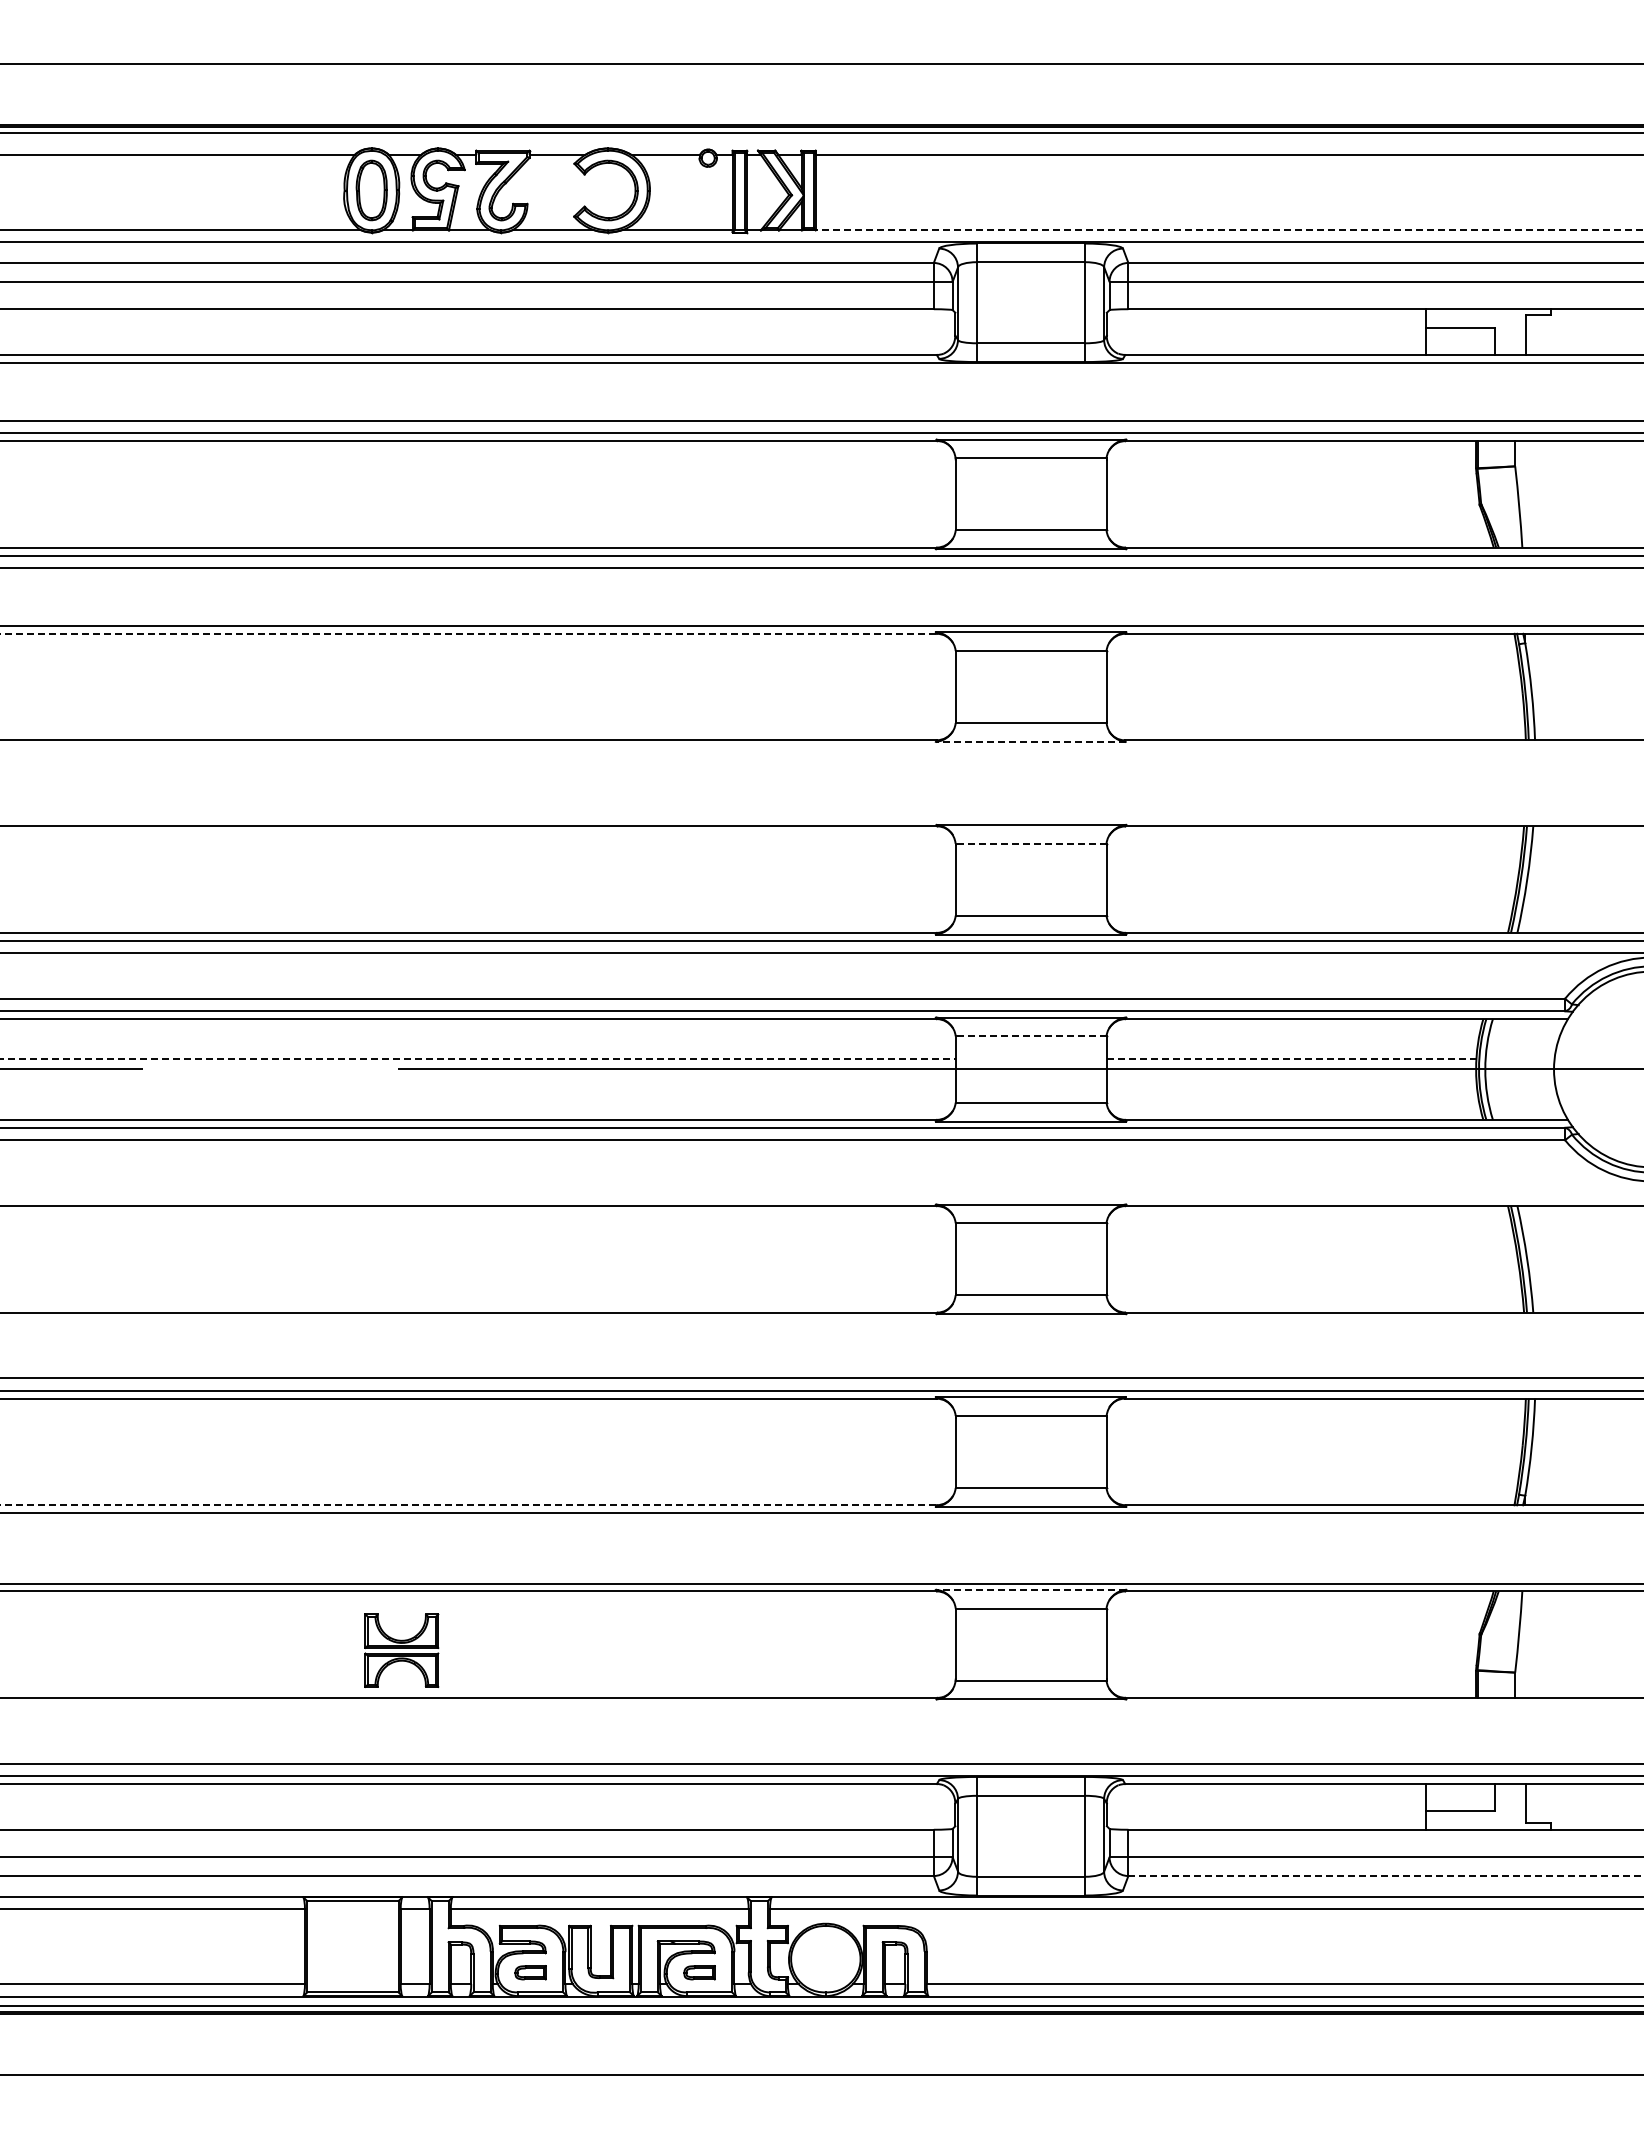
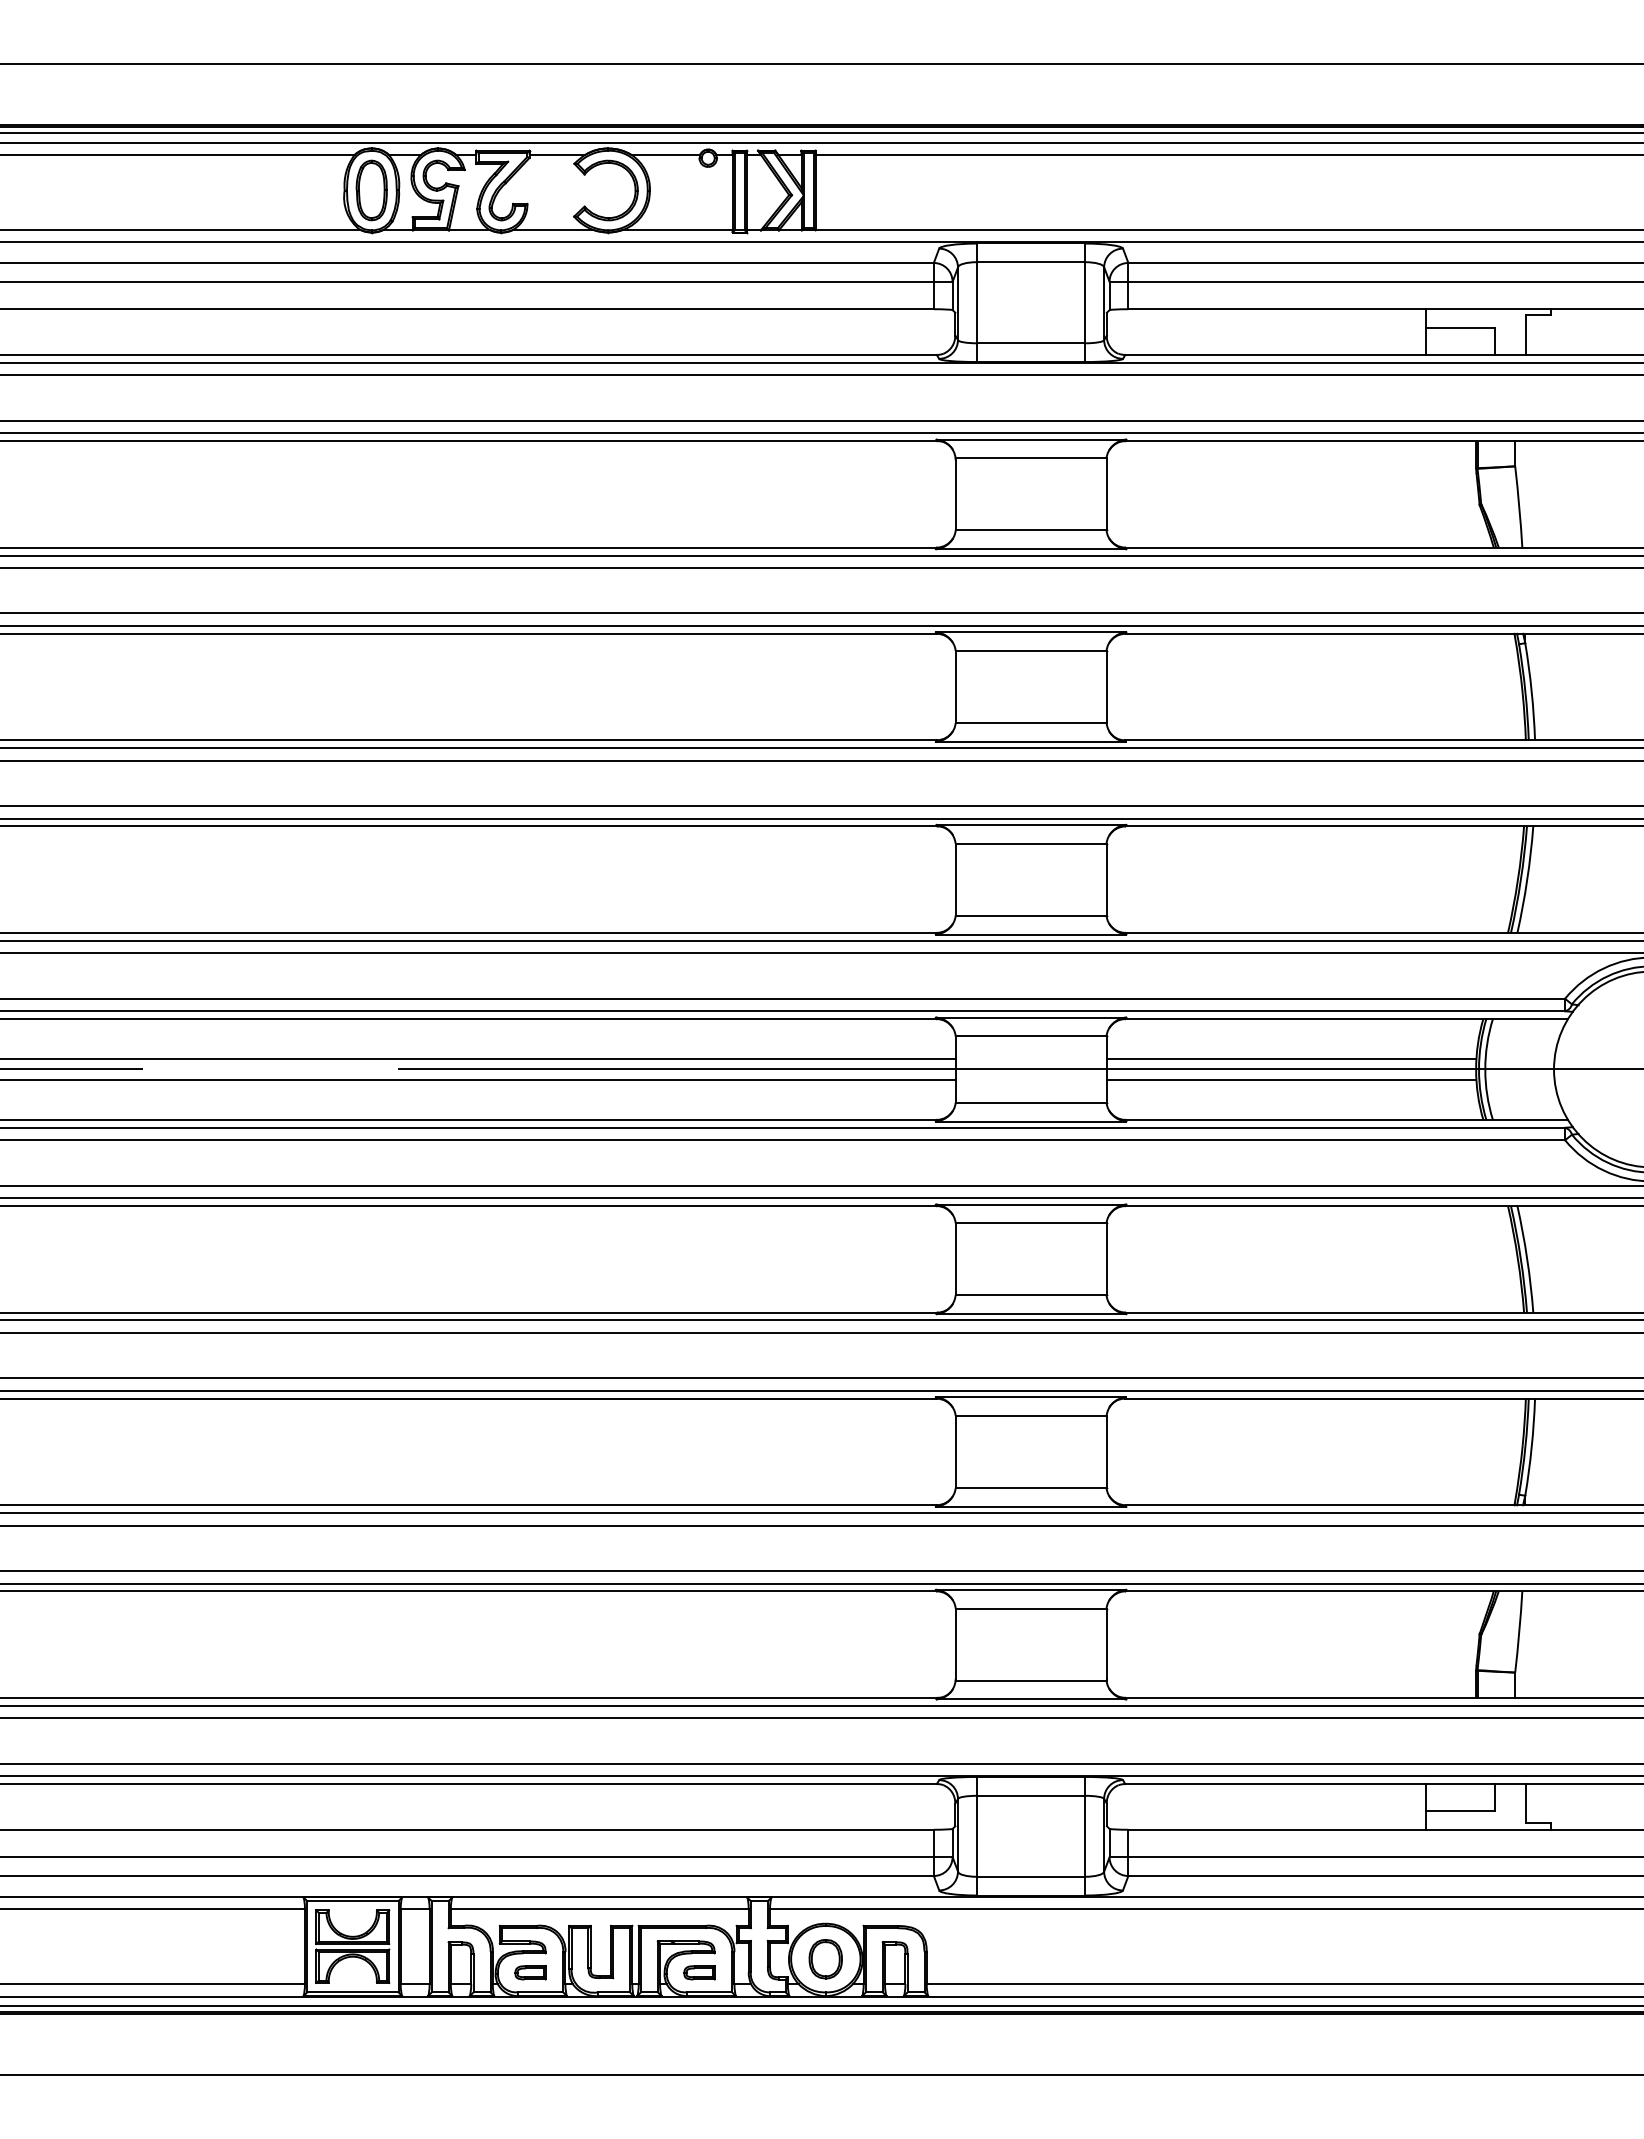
line at (821, 142): none -> present
line at (1229, 229): dashed -> solid
line at (821, 375): none -> present
line at (821, 613): none -> present
line at (468, 633): dashed -> solid
line at (1030, 741): dashed -> solid
line at (821, 748): none -> present
line at (821, 760): none -> present
line at (821, 806): none -> present
line at (821, 818): none -> present
line at (1030, 843): dashed -> solid
line at (1030, 1036): dashed -> solid
line at (478, 1059): dashed -> solid
line at (1291, 1059): dashed -> solid
line at (478, 1079): none -> present
line at (1291, 1079): none -> present
line at (821, 1185): none -> present
line at (821, 1198): none -> present
line at (821, 1320): none -> present
line at (821, 1332): none -> present
line at (468, 1505): dashed -> solid
line at (821, 1525): none -> present
line at (821, 1571): none -> present
line at (1030, 1589): dashed -> solid
part at (401, 1650) position: (401, 1650) -> (352, 1946)
line at (821, 1705): none -> present
line at (821, 1718): none -> present
line at (1386, 1876): dashed -> solid
part at (825, 1959): none -> present
